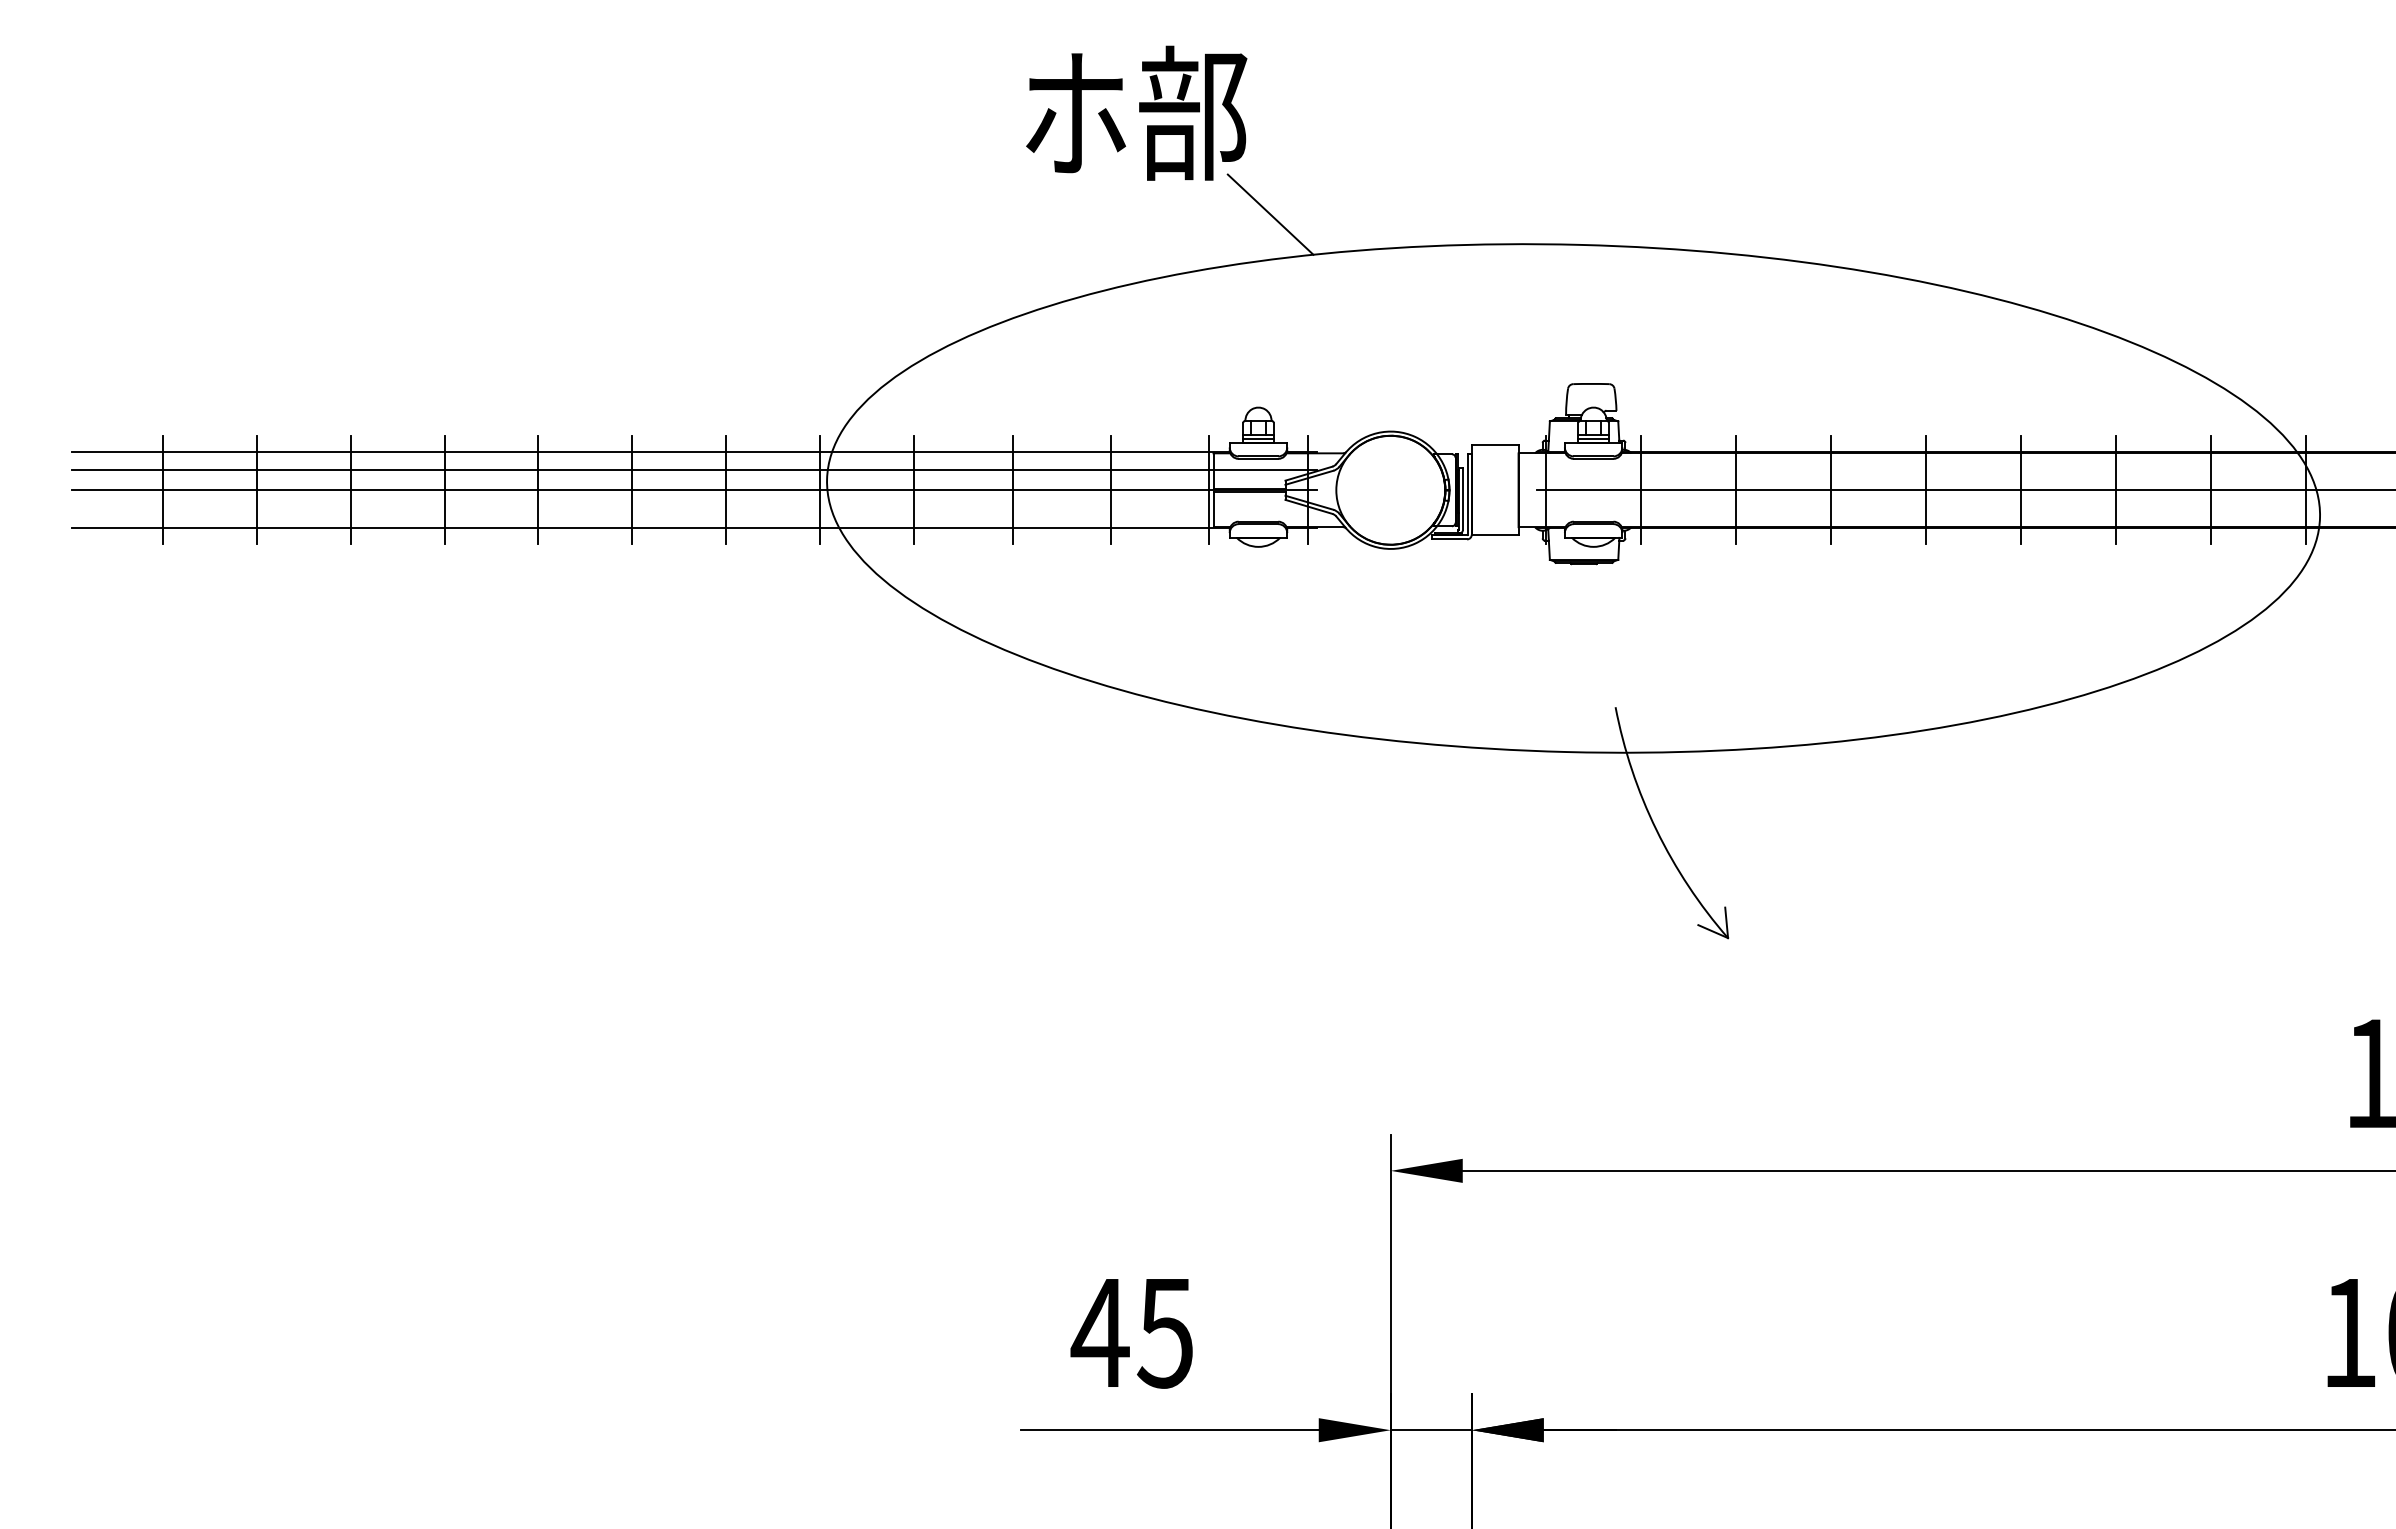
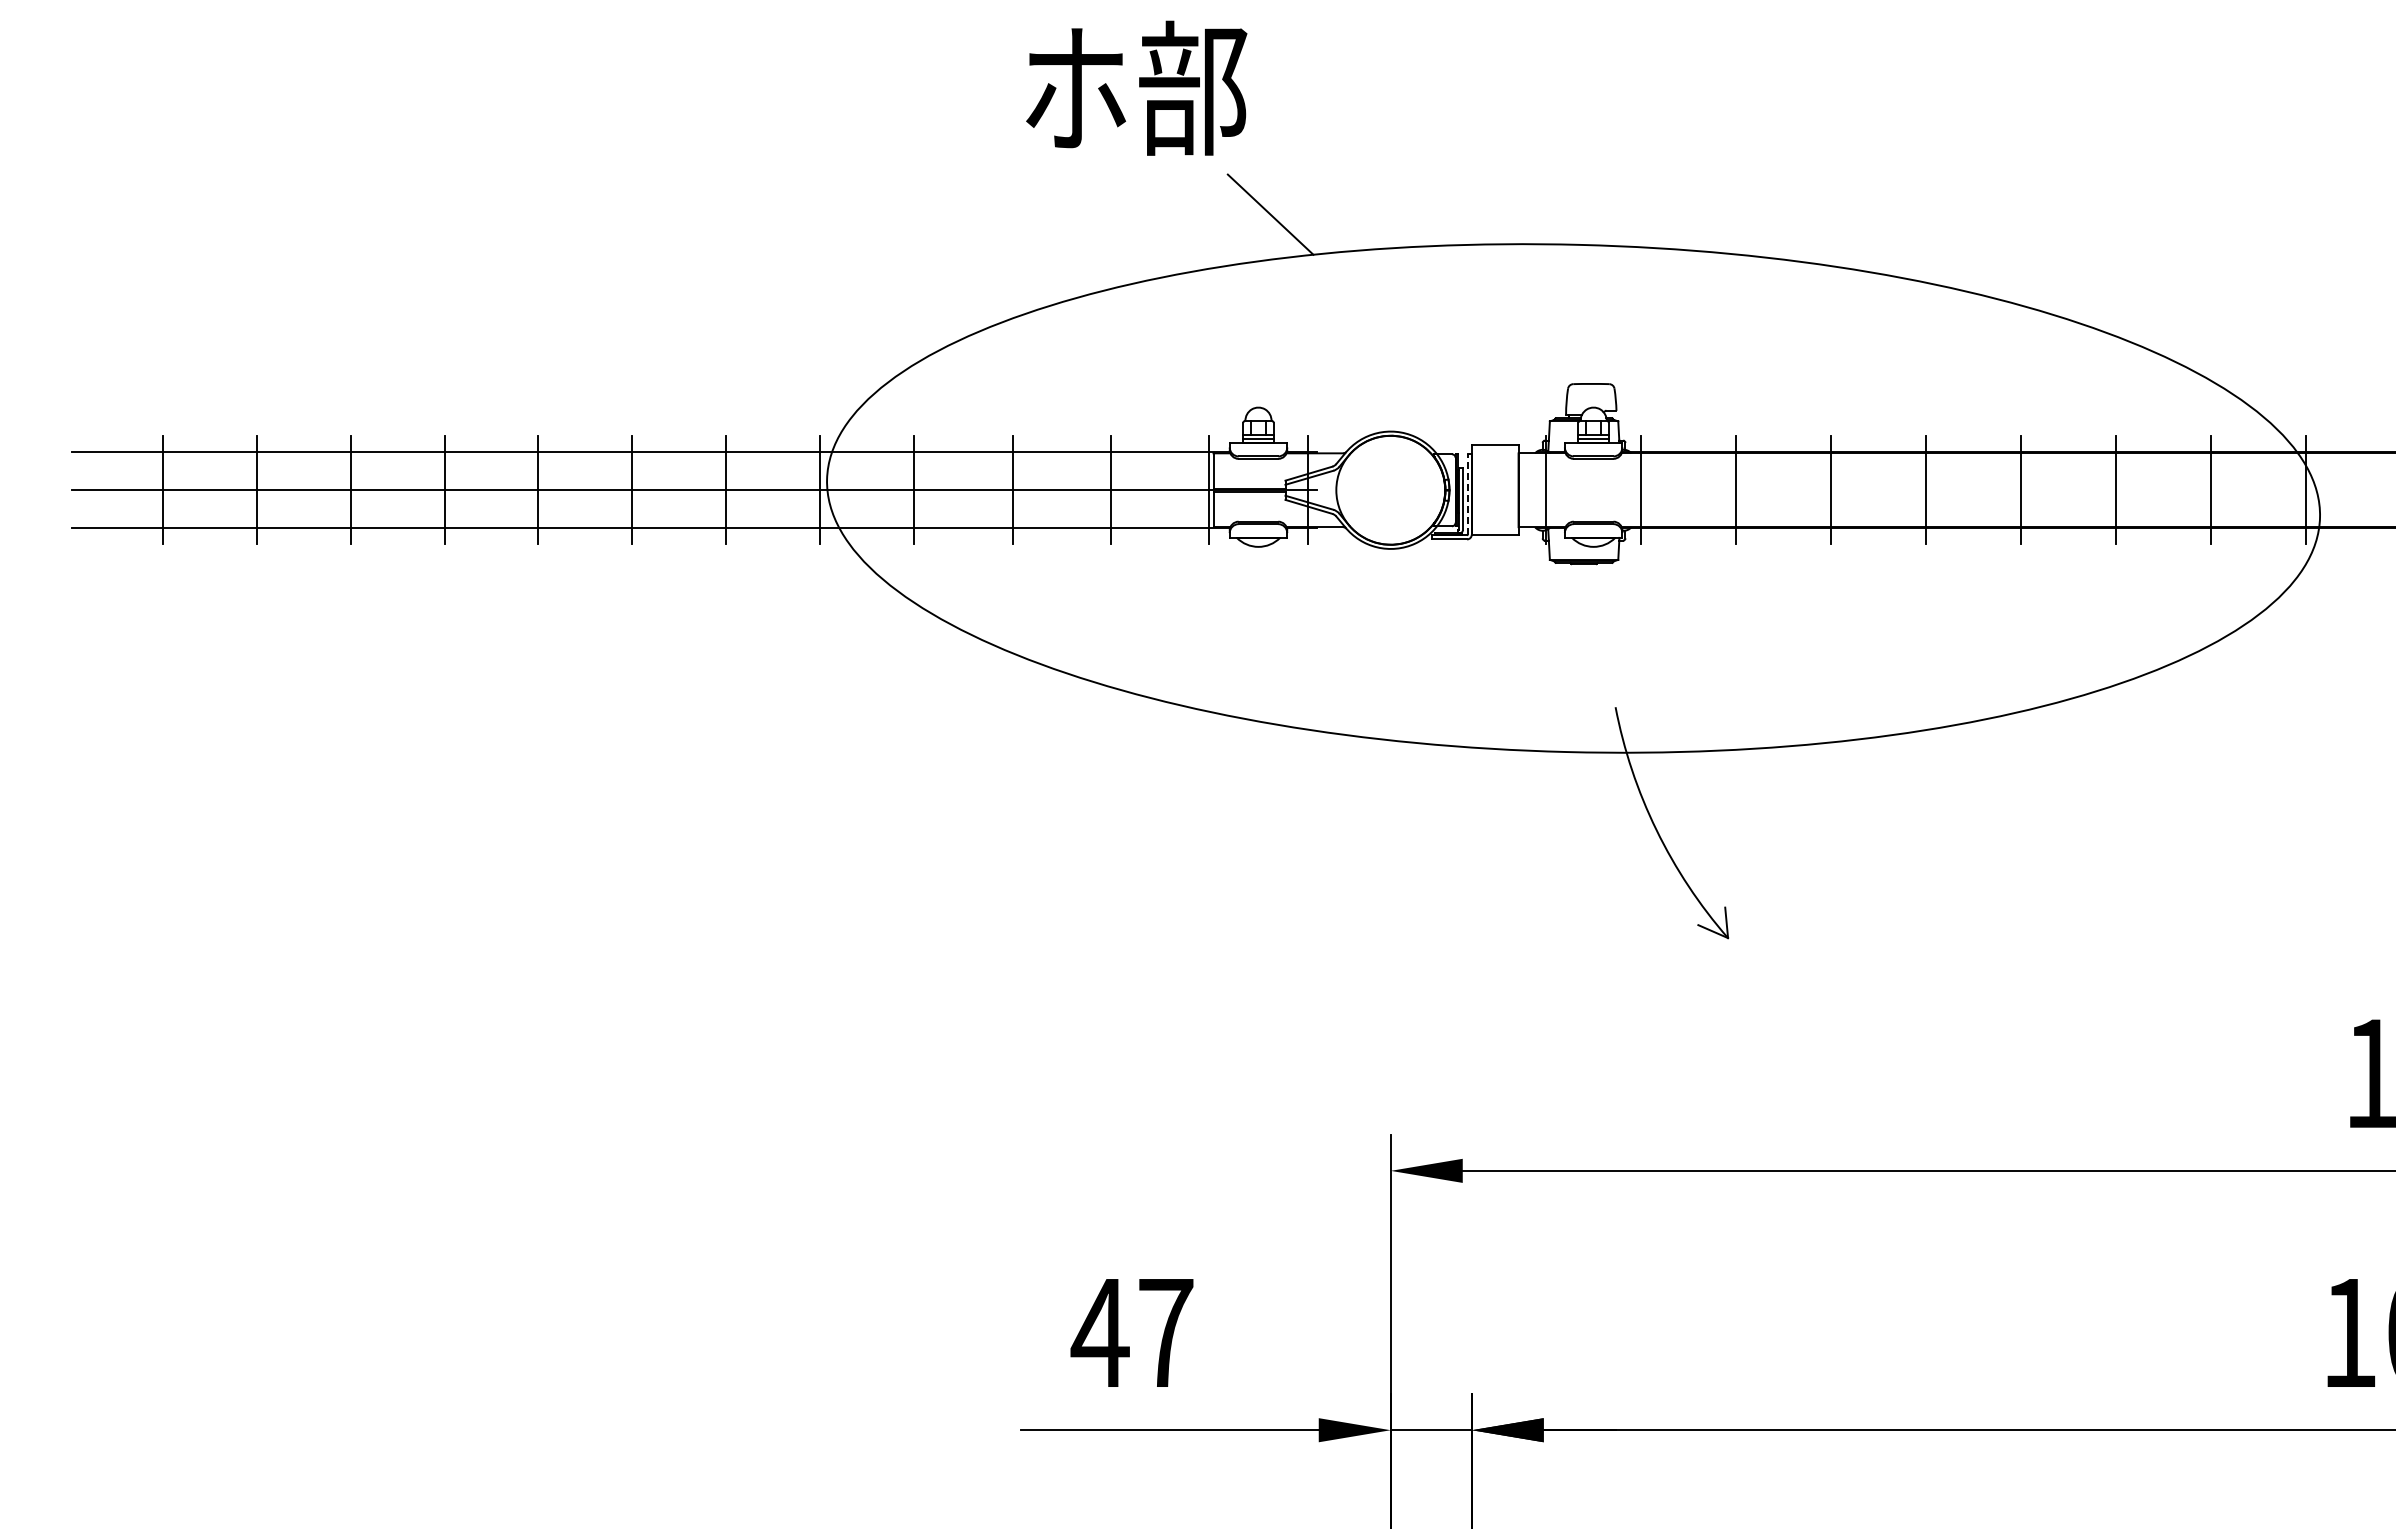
text at (1136, 112) position: (1136, 112) -> (1136, 87)
line at (693, 470): present -> none
line at (1964, 490): present -> none
line at (1467, 494): solid -> dashed
text at (1165, 1333): 45 -> 47
